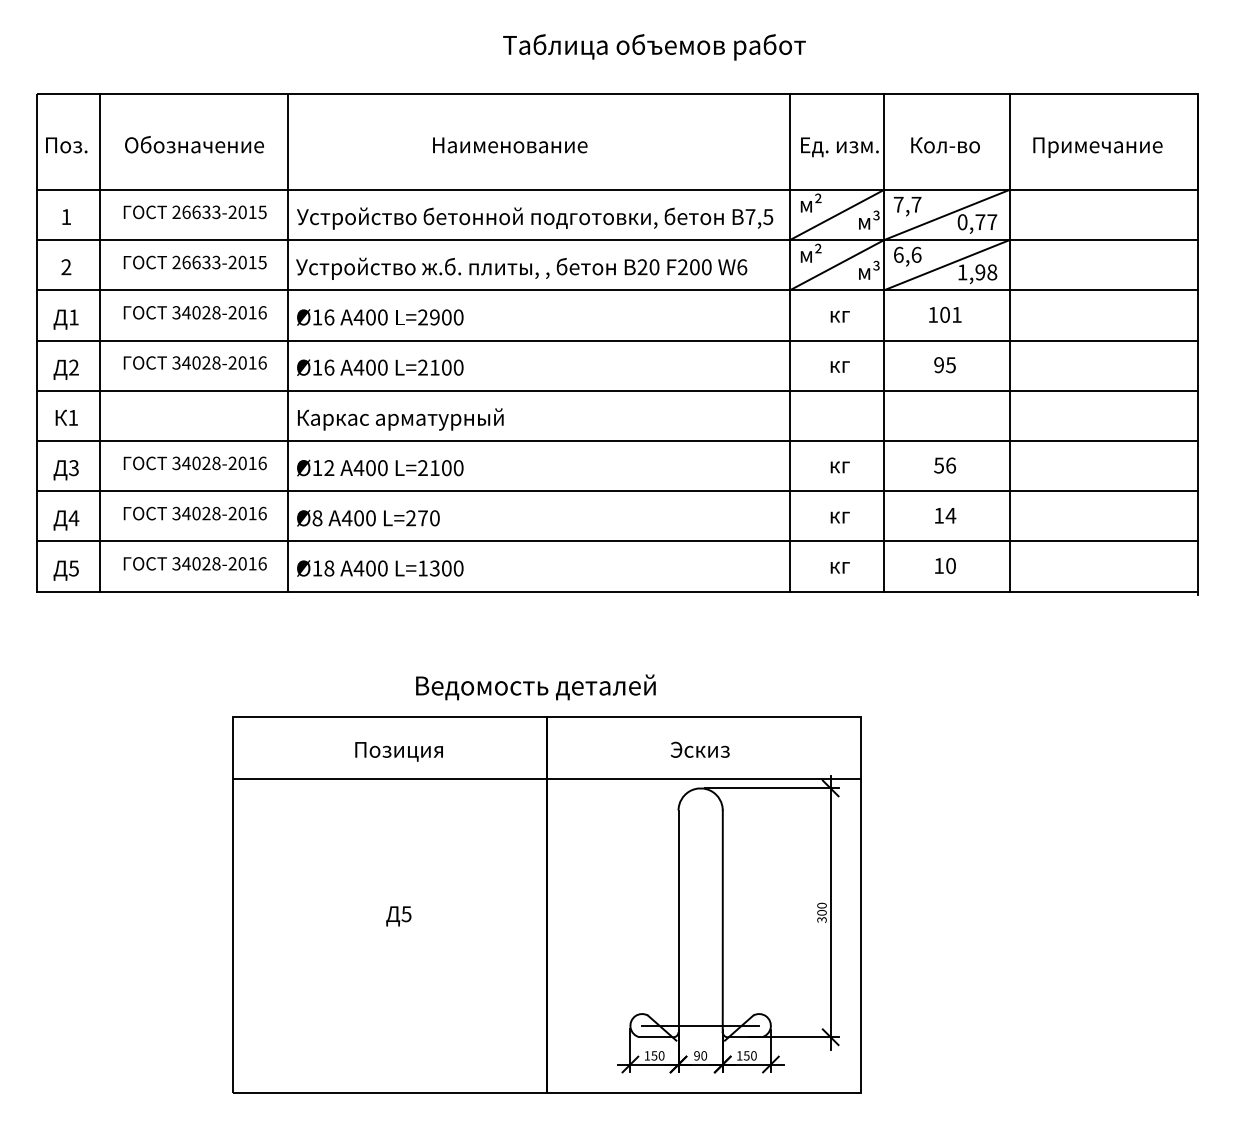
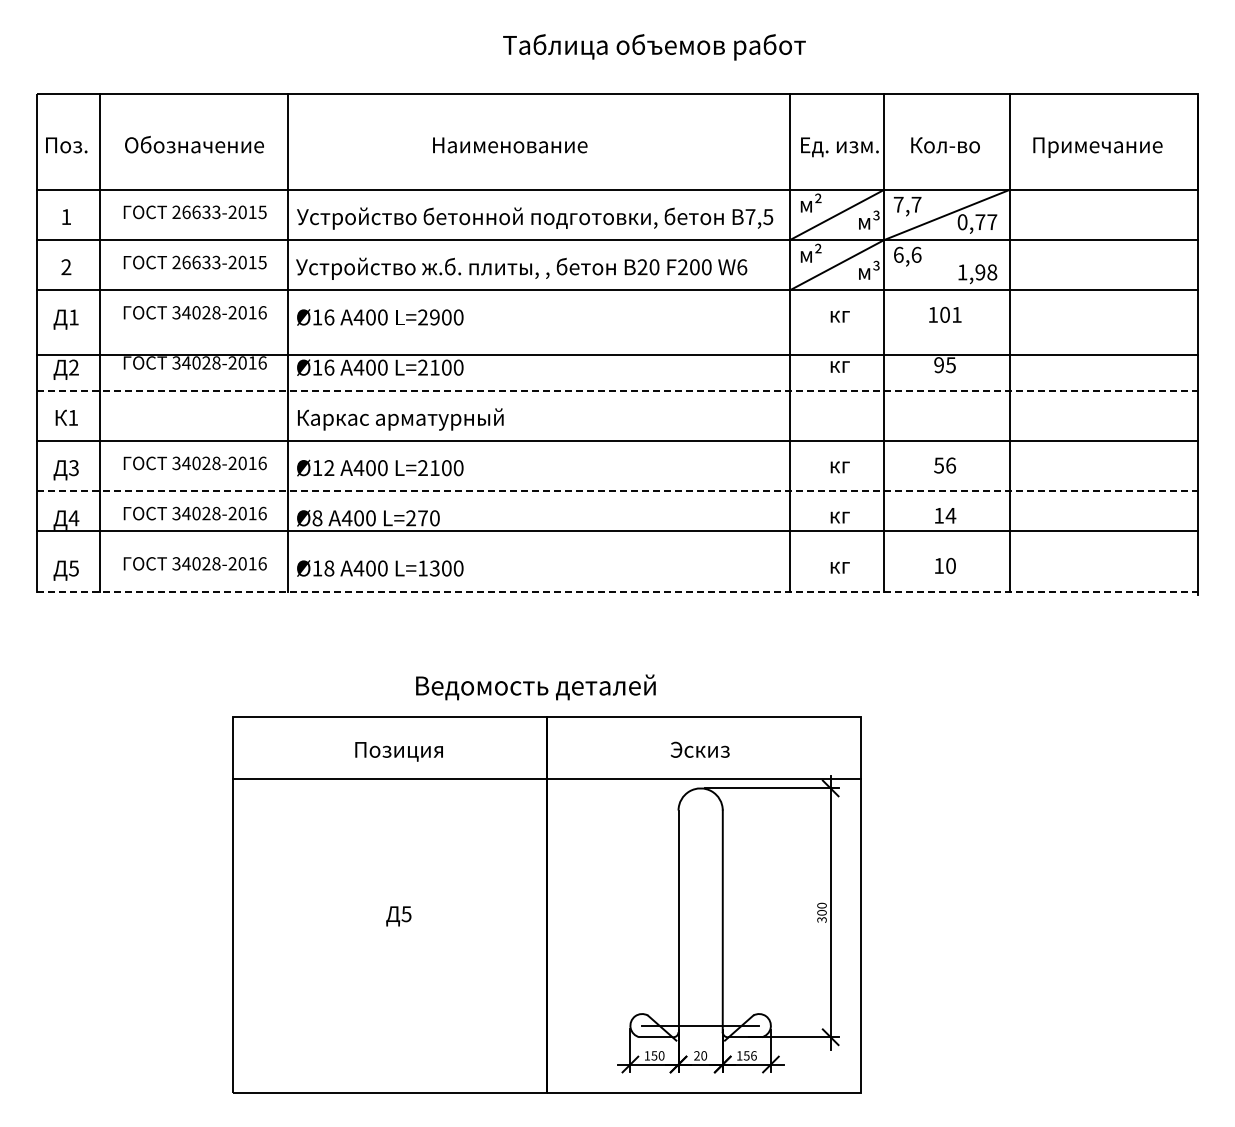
line at (946, 265): present -> none
line at (617, 340) position: (617, 340) -> (617, 354)
line at (617, 390): solid -> dashed
line at (617, 491): solid -> dashed
line at (617, 541) position: (617, 541) -> (617, 531)
line at (617, 591): solid -> dashed
text at (696, 1055): 90 -> 20
text at (753, 1055): 150 -> 156
